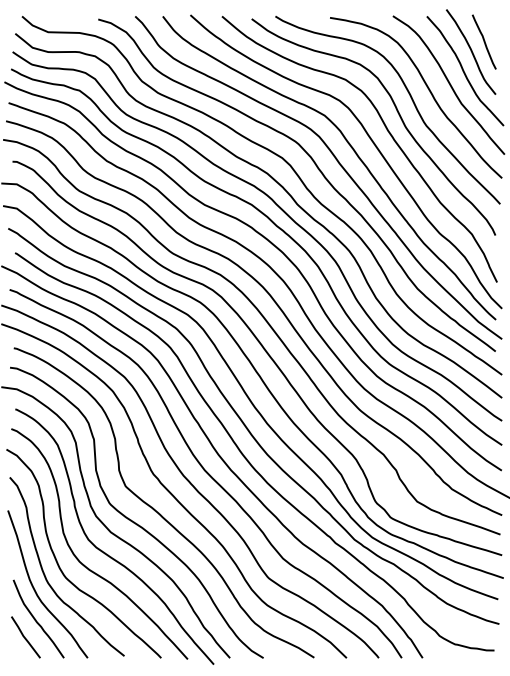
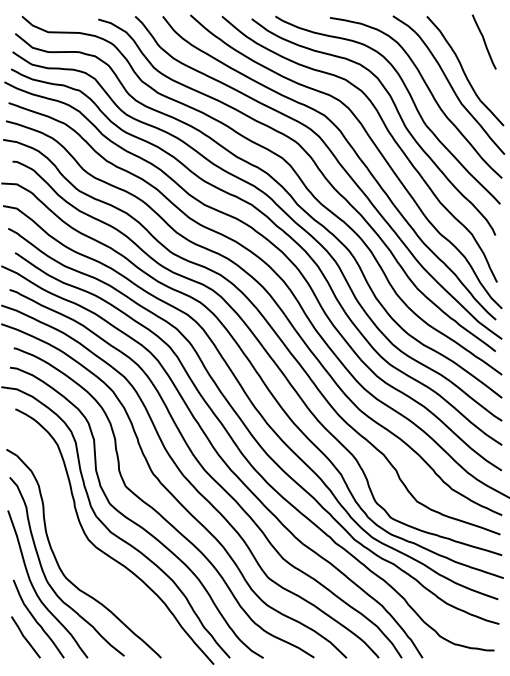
curve at (471, 51): present -> none
curve at (79, 559): present -> none
